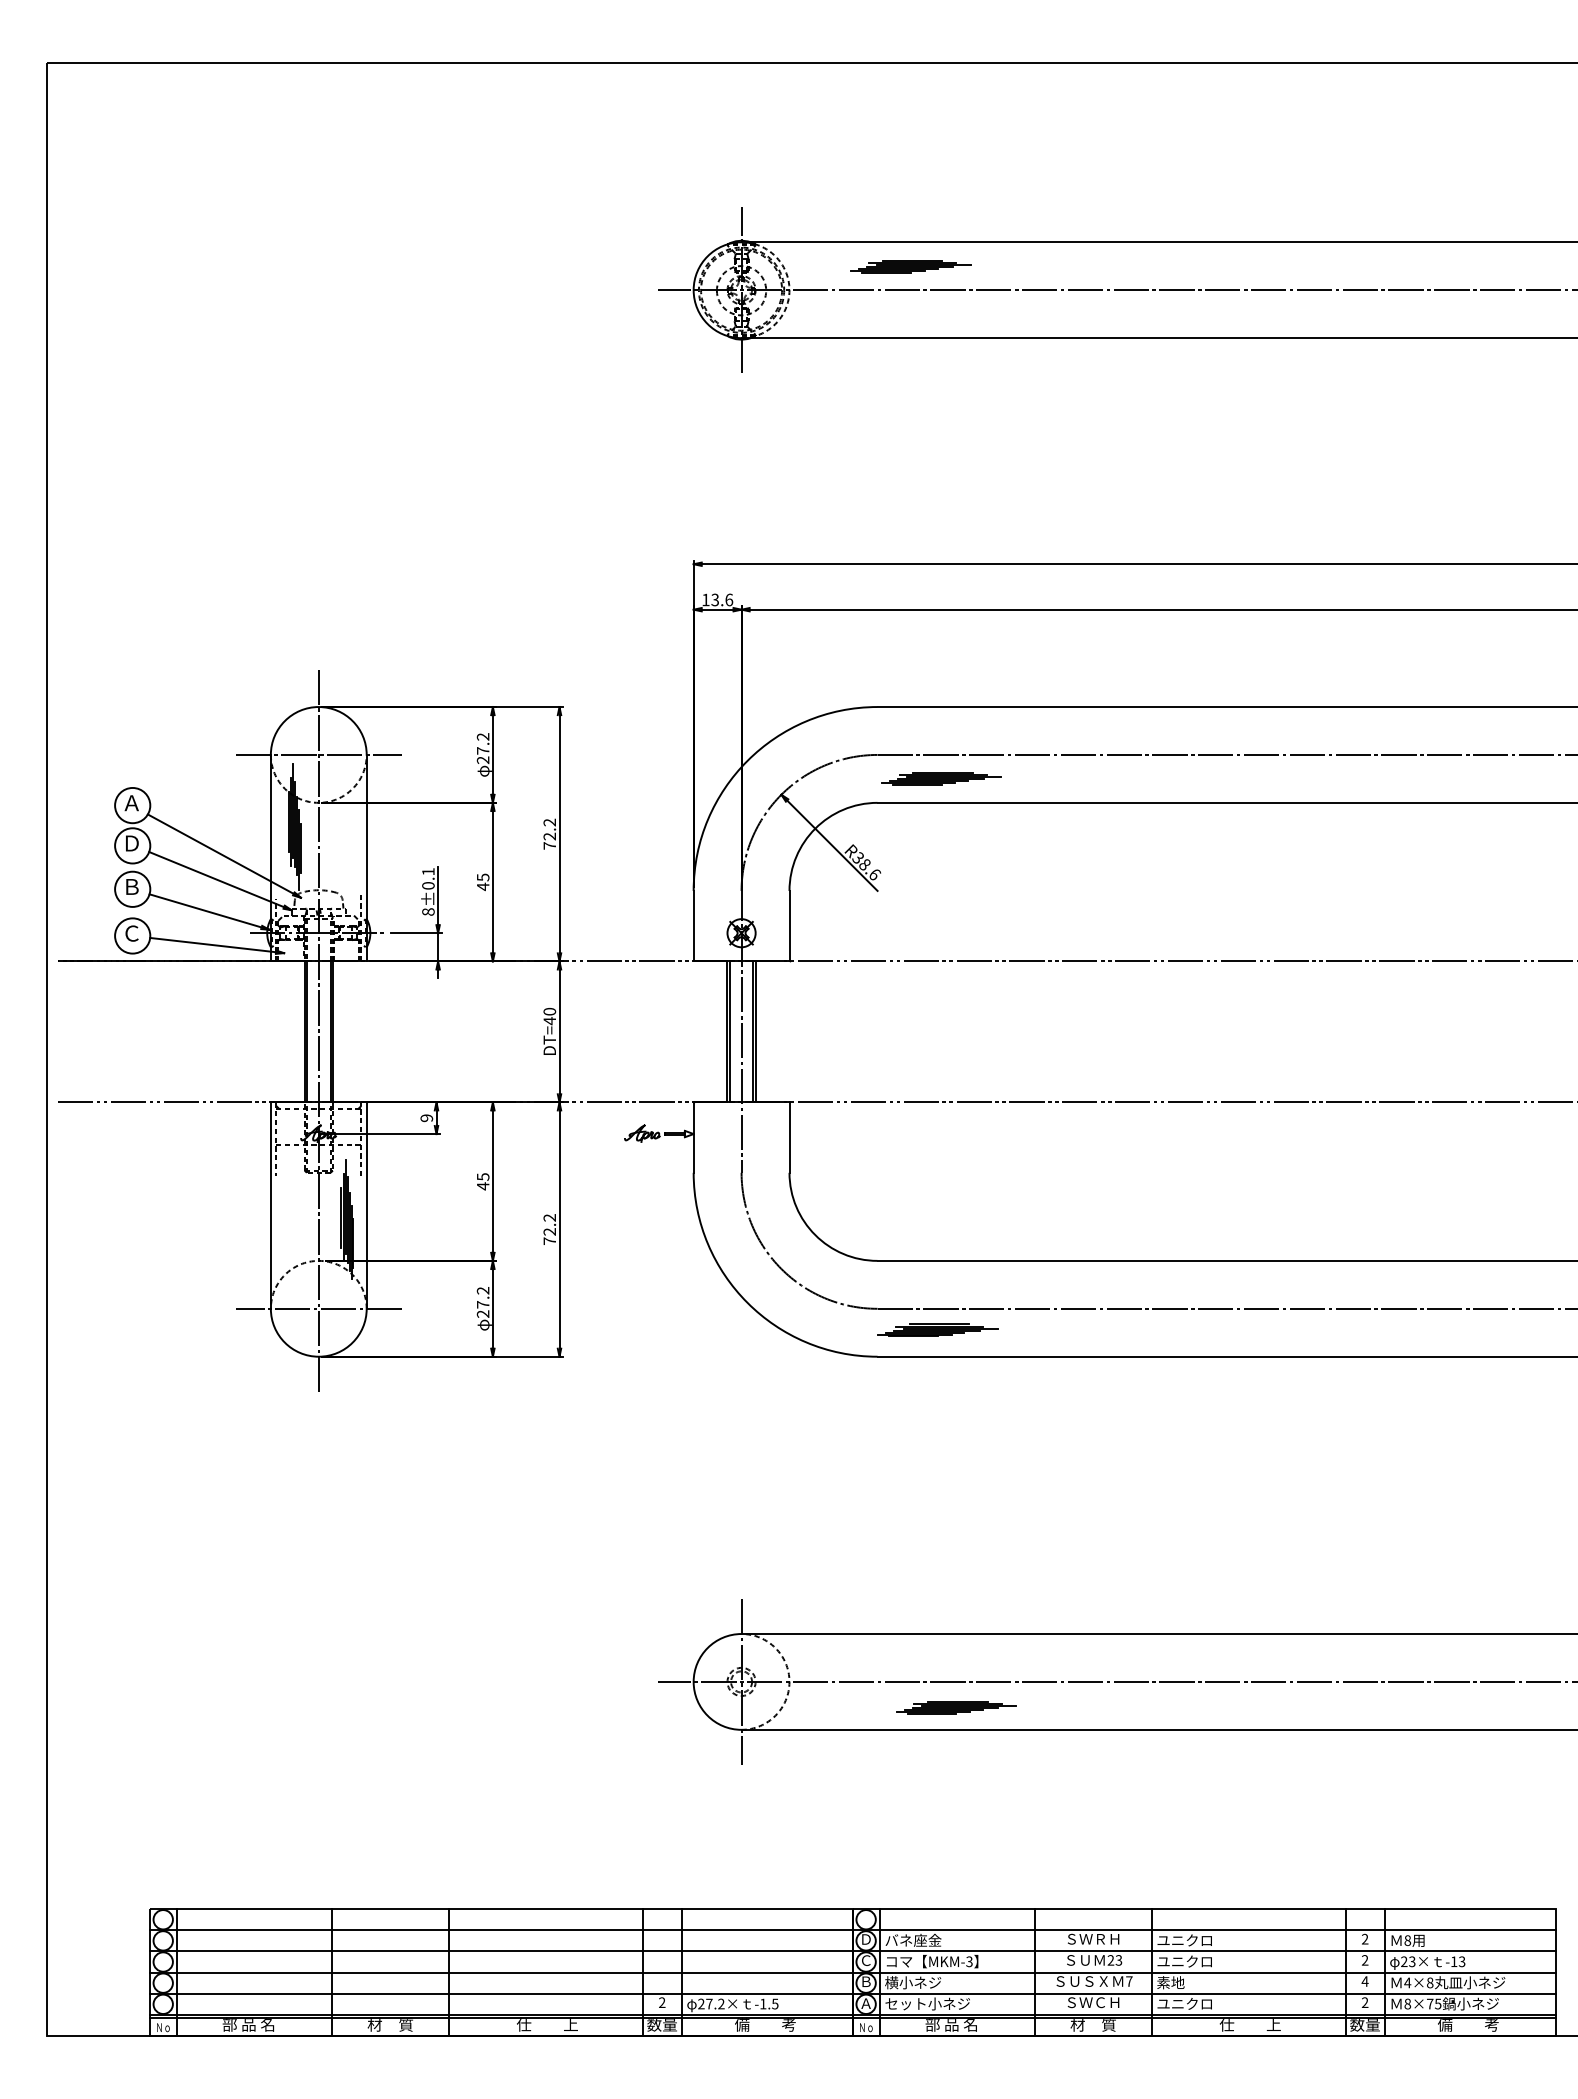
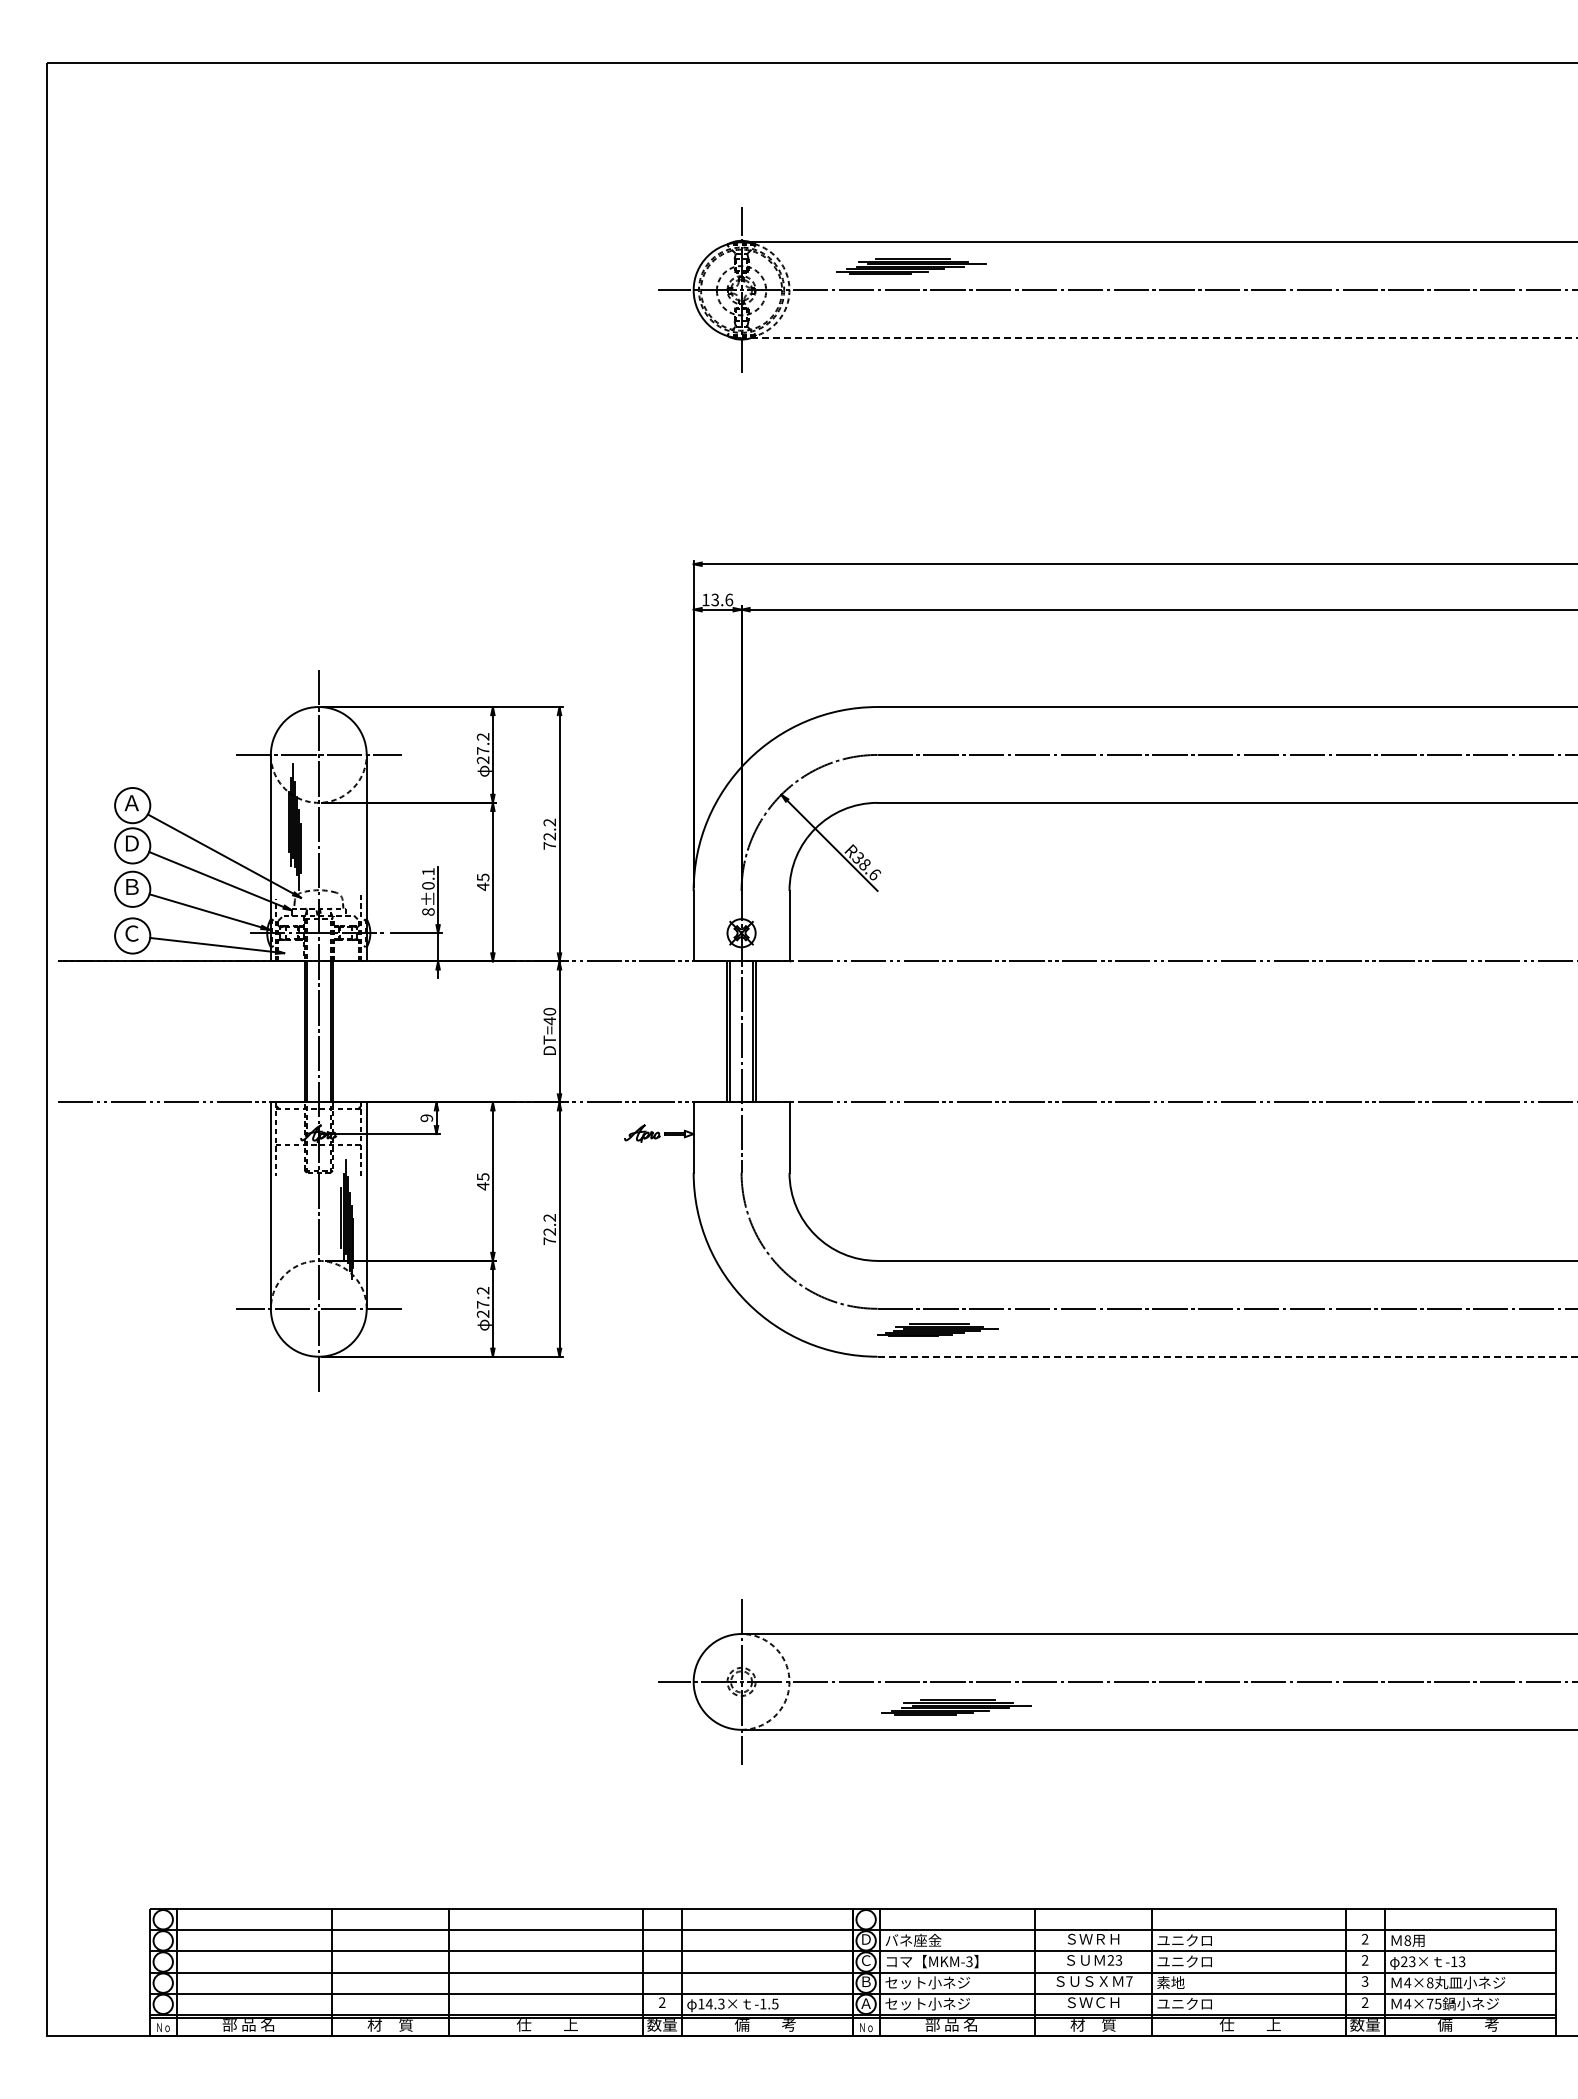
part at (910, 266) size: 122x14 px -> 151x17 px
line at (1159, 338): solid -> dashed
part at (941, 778): present -> none
line at (1227, 1356): solid -> dashed
part at (956, 1707) size: 121x14 px -> 151x17 px
text at (1364, 1981): 4 -> 3
text at (927, 1982): 横小ネジ -> セット小ネジ
text at (711, 2003): 27.2× -> 14.3×
text at (1407, 2003): 8×75 -> 4×75
